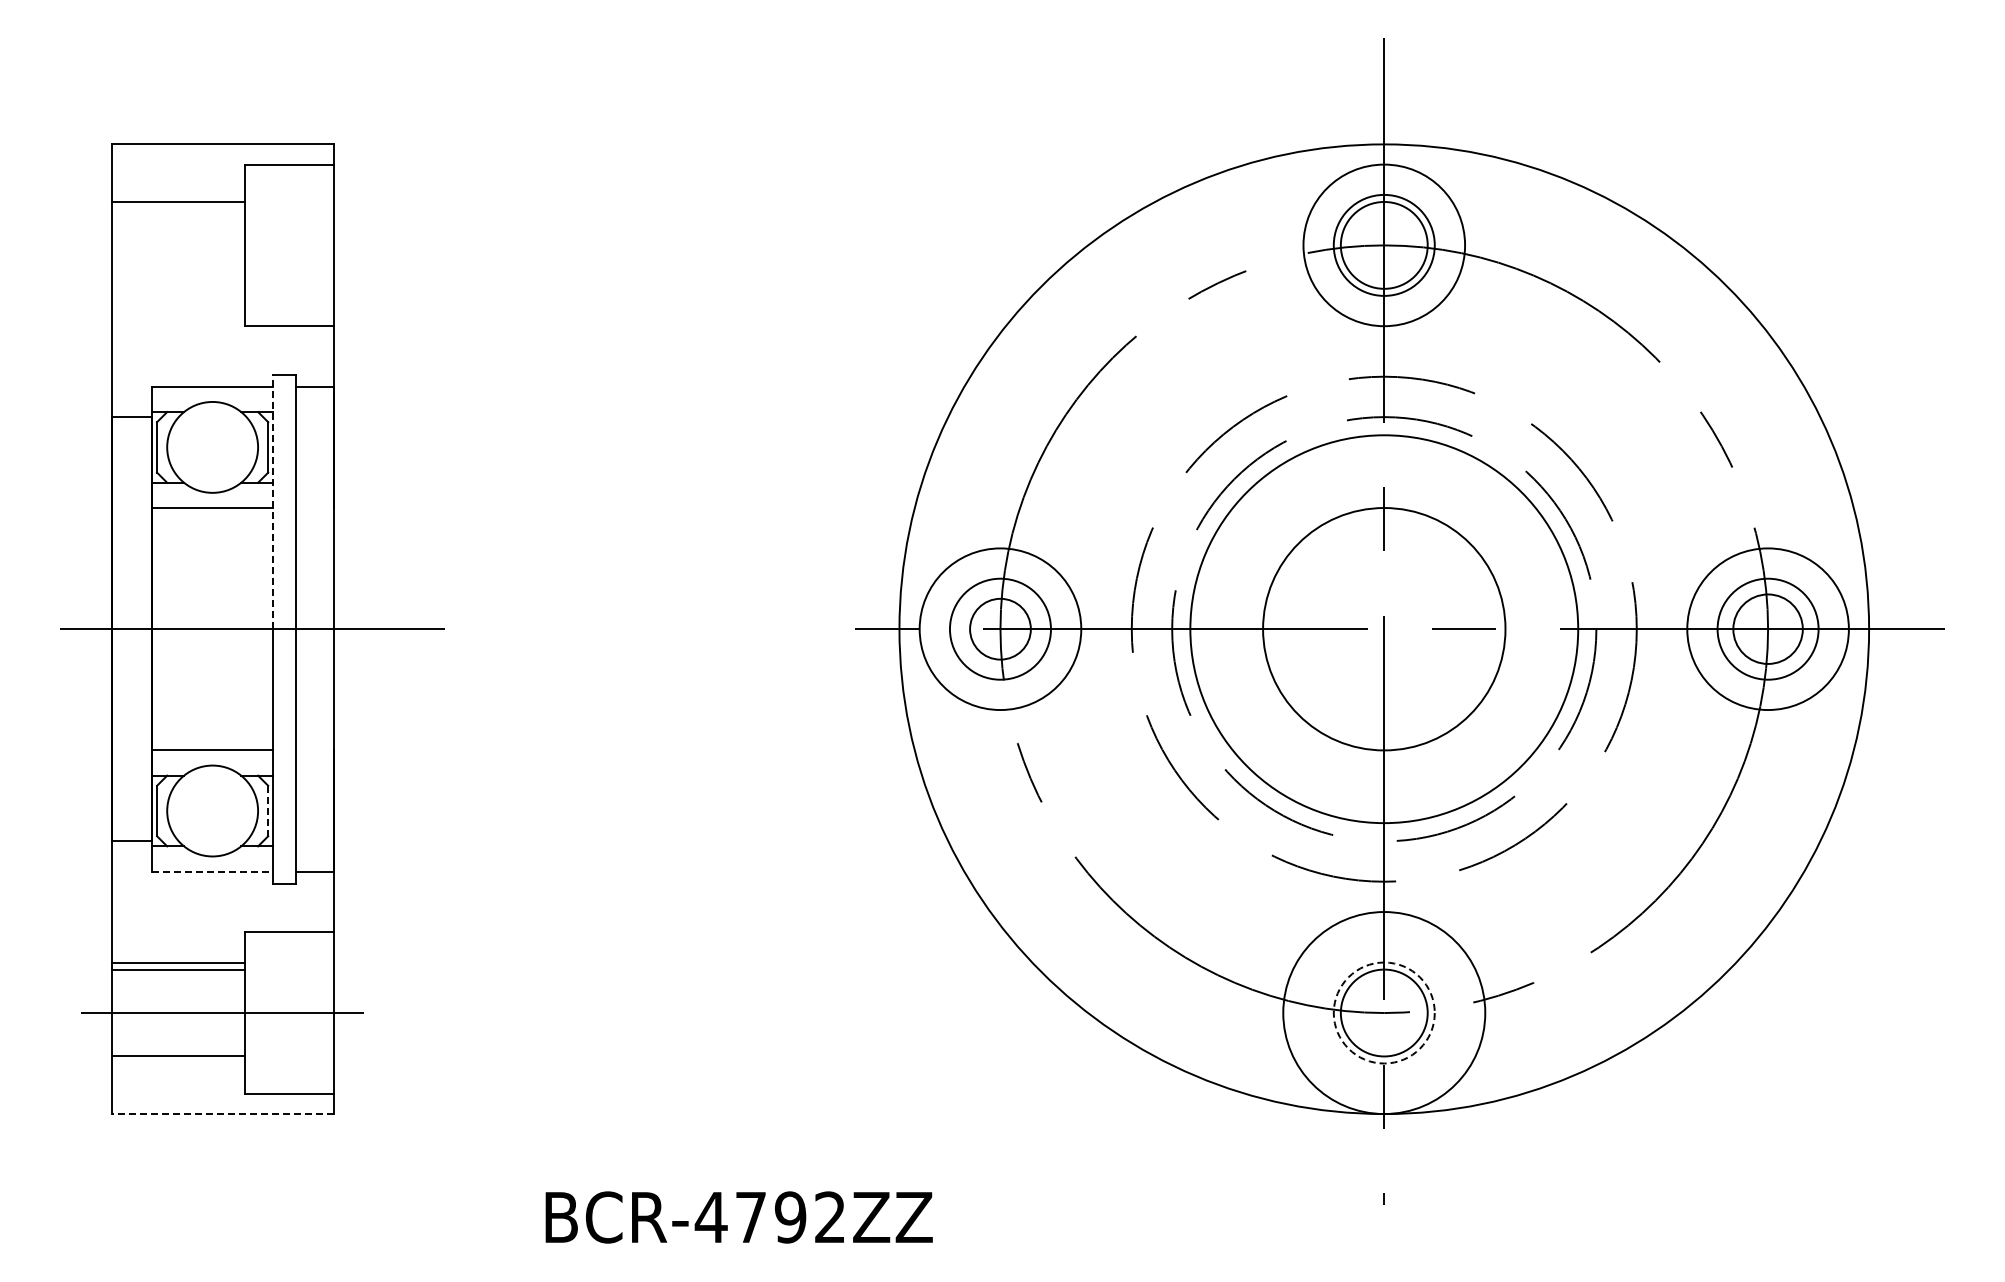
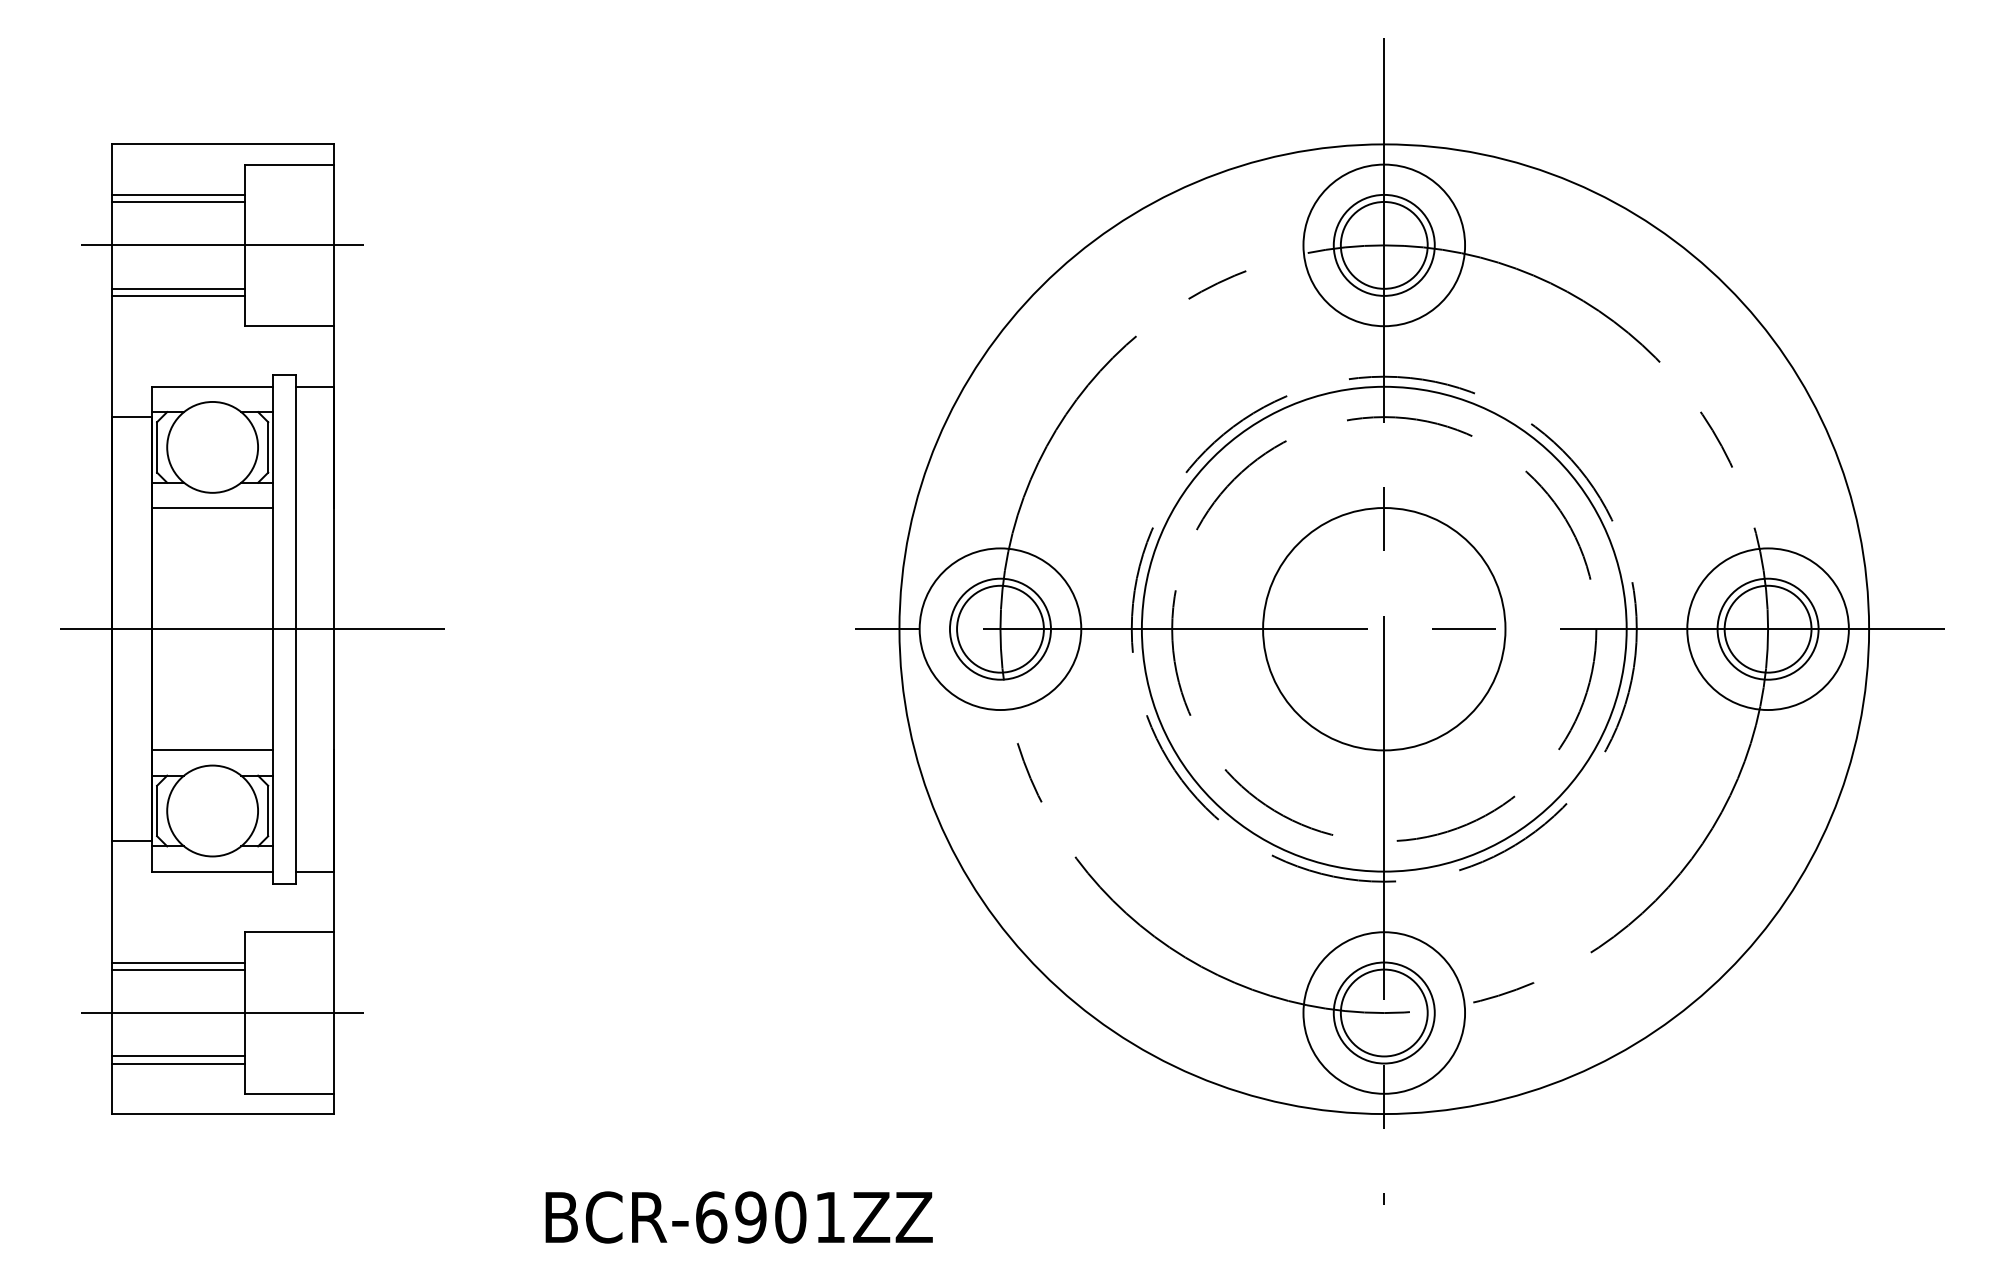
line at (177, 194): none -> present
line at (222, 245): none -> present
line at (177, 288): none -> present
line at (177, 295): none -> present
line at (273, 501): dashed -> solid
circle at (1000, 628) diameter: 61 px -> 87 px
circle at (1767, 628) diameter: 69 px -> 87 px
circle at (1384, 629) diameter: 388 px -> 485 px
line at (268, 811): dashed -> solid
line at (212, 871): dashed -> solid
circle at (1383, 1012): dashed -> solid
circle at (1384, 1013) diameter: 202 px -> 162 px
line at (177, 1063): none -> present
line at (222, 1114): dashed -> solid
text at (769, 1217): BCR-4792ZZ -> BCR-6901ZZ
